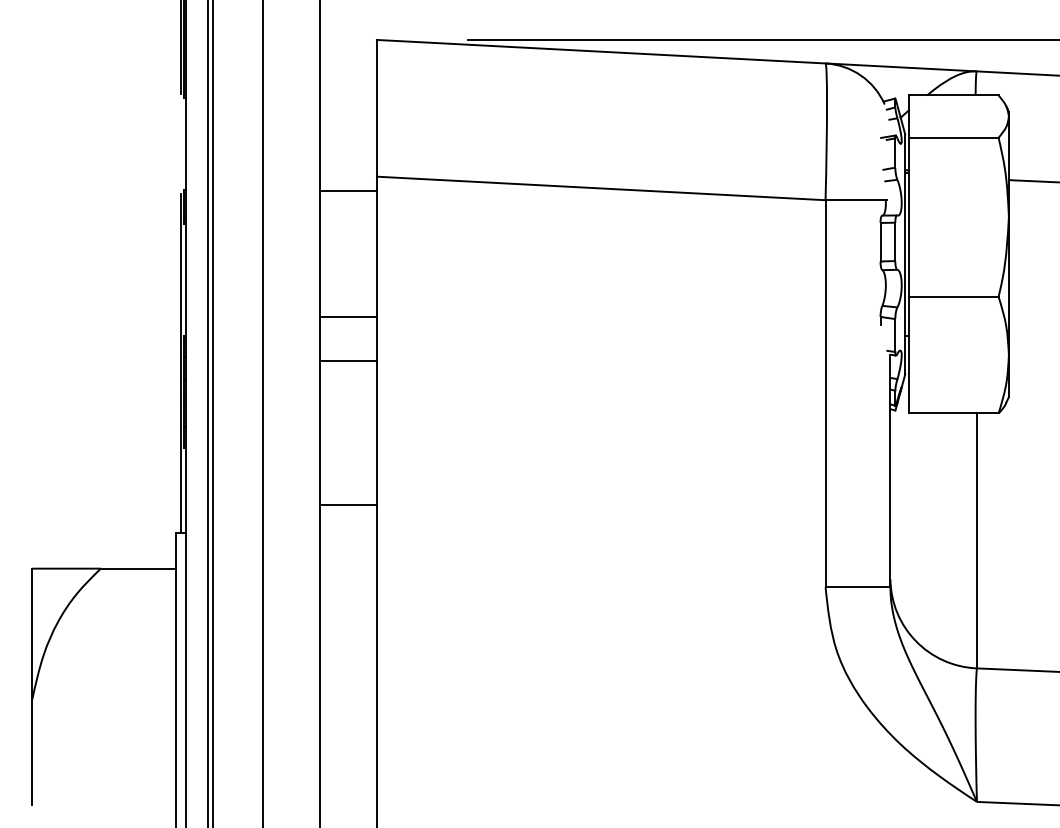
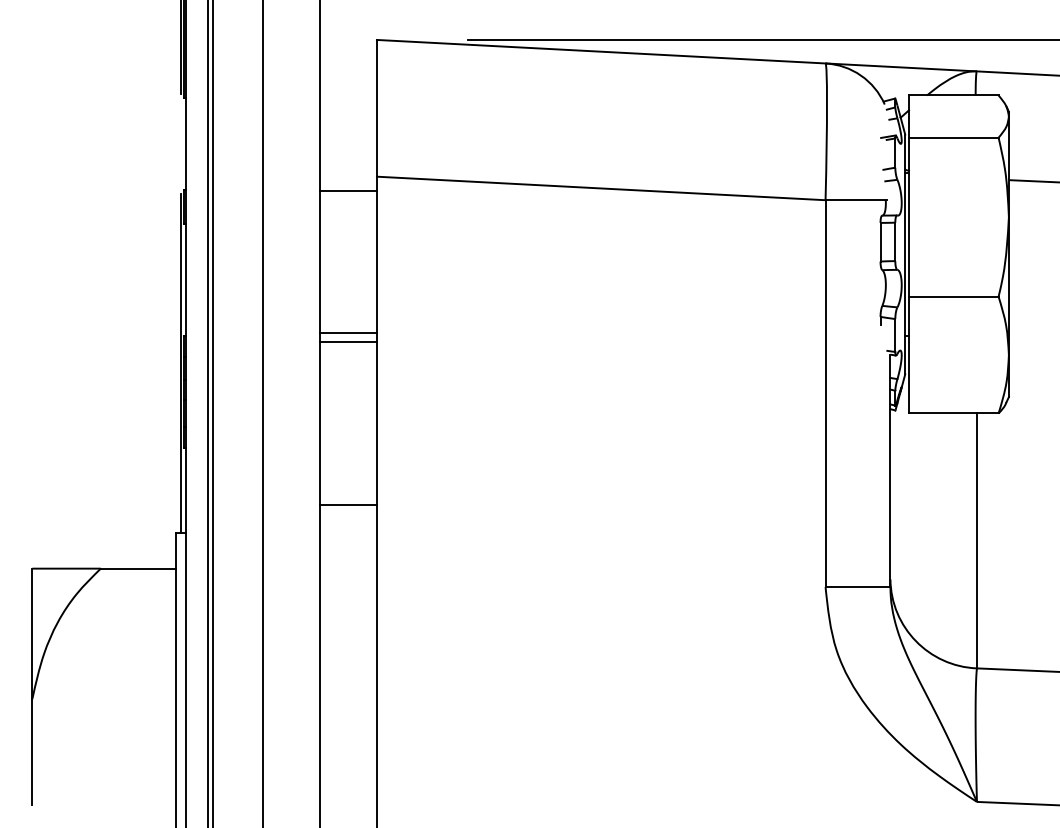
line at (347, 317) position: (347, 317) -> (347, 333)
line at (347, 361) position: (347, 361) -> (347, 342)
